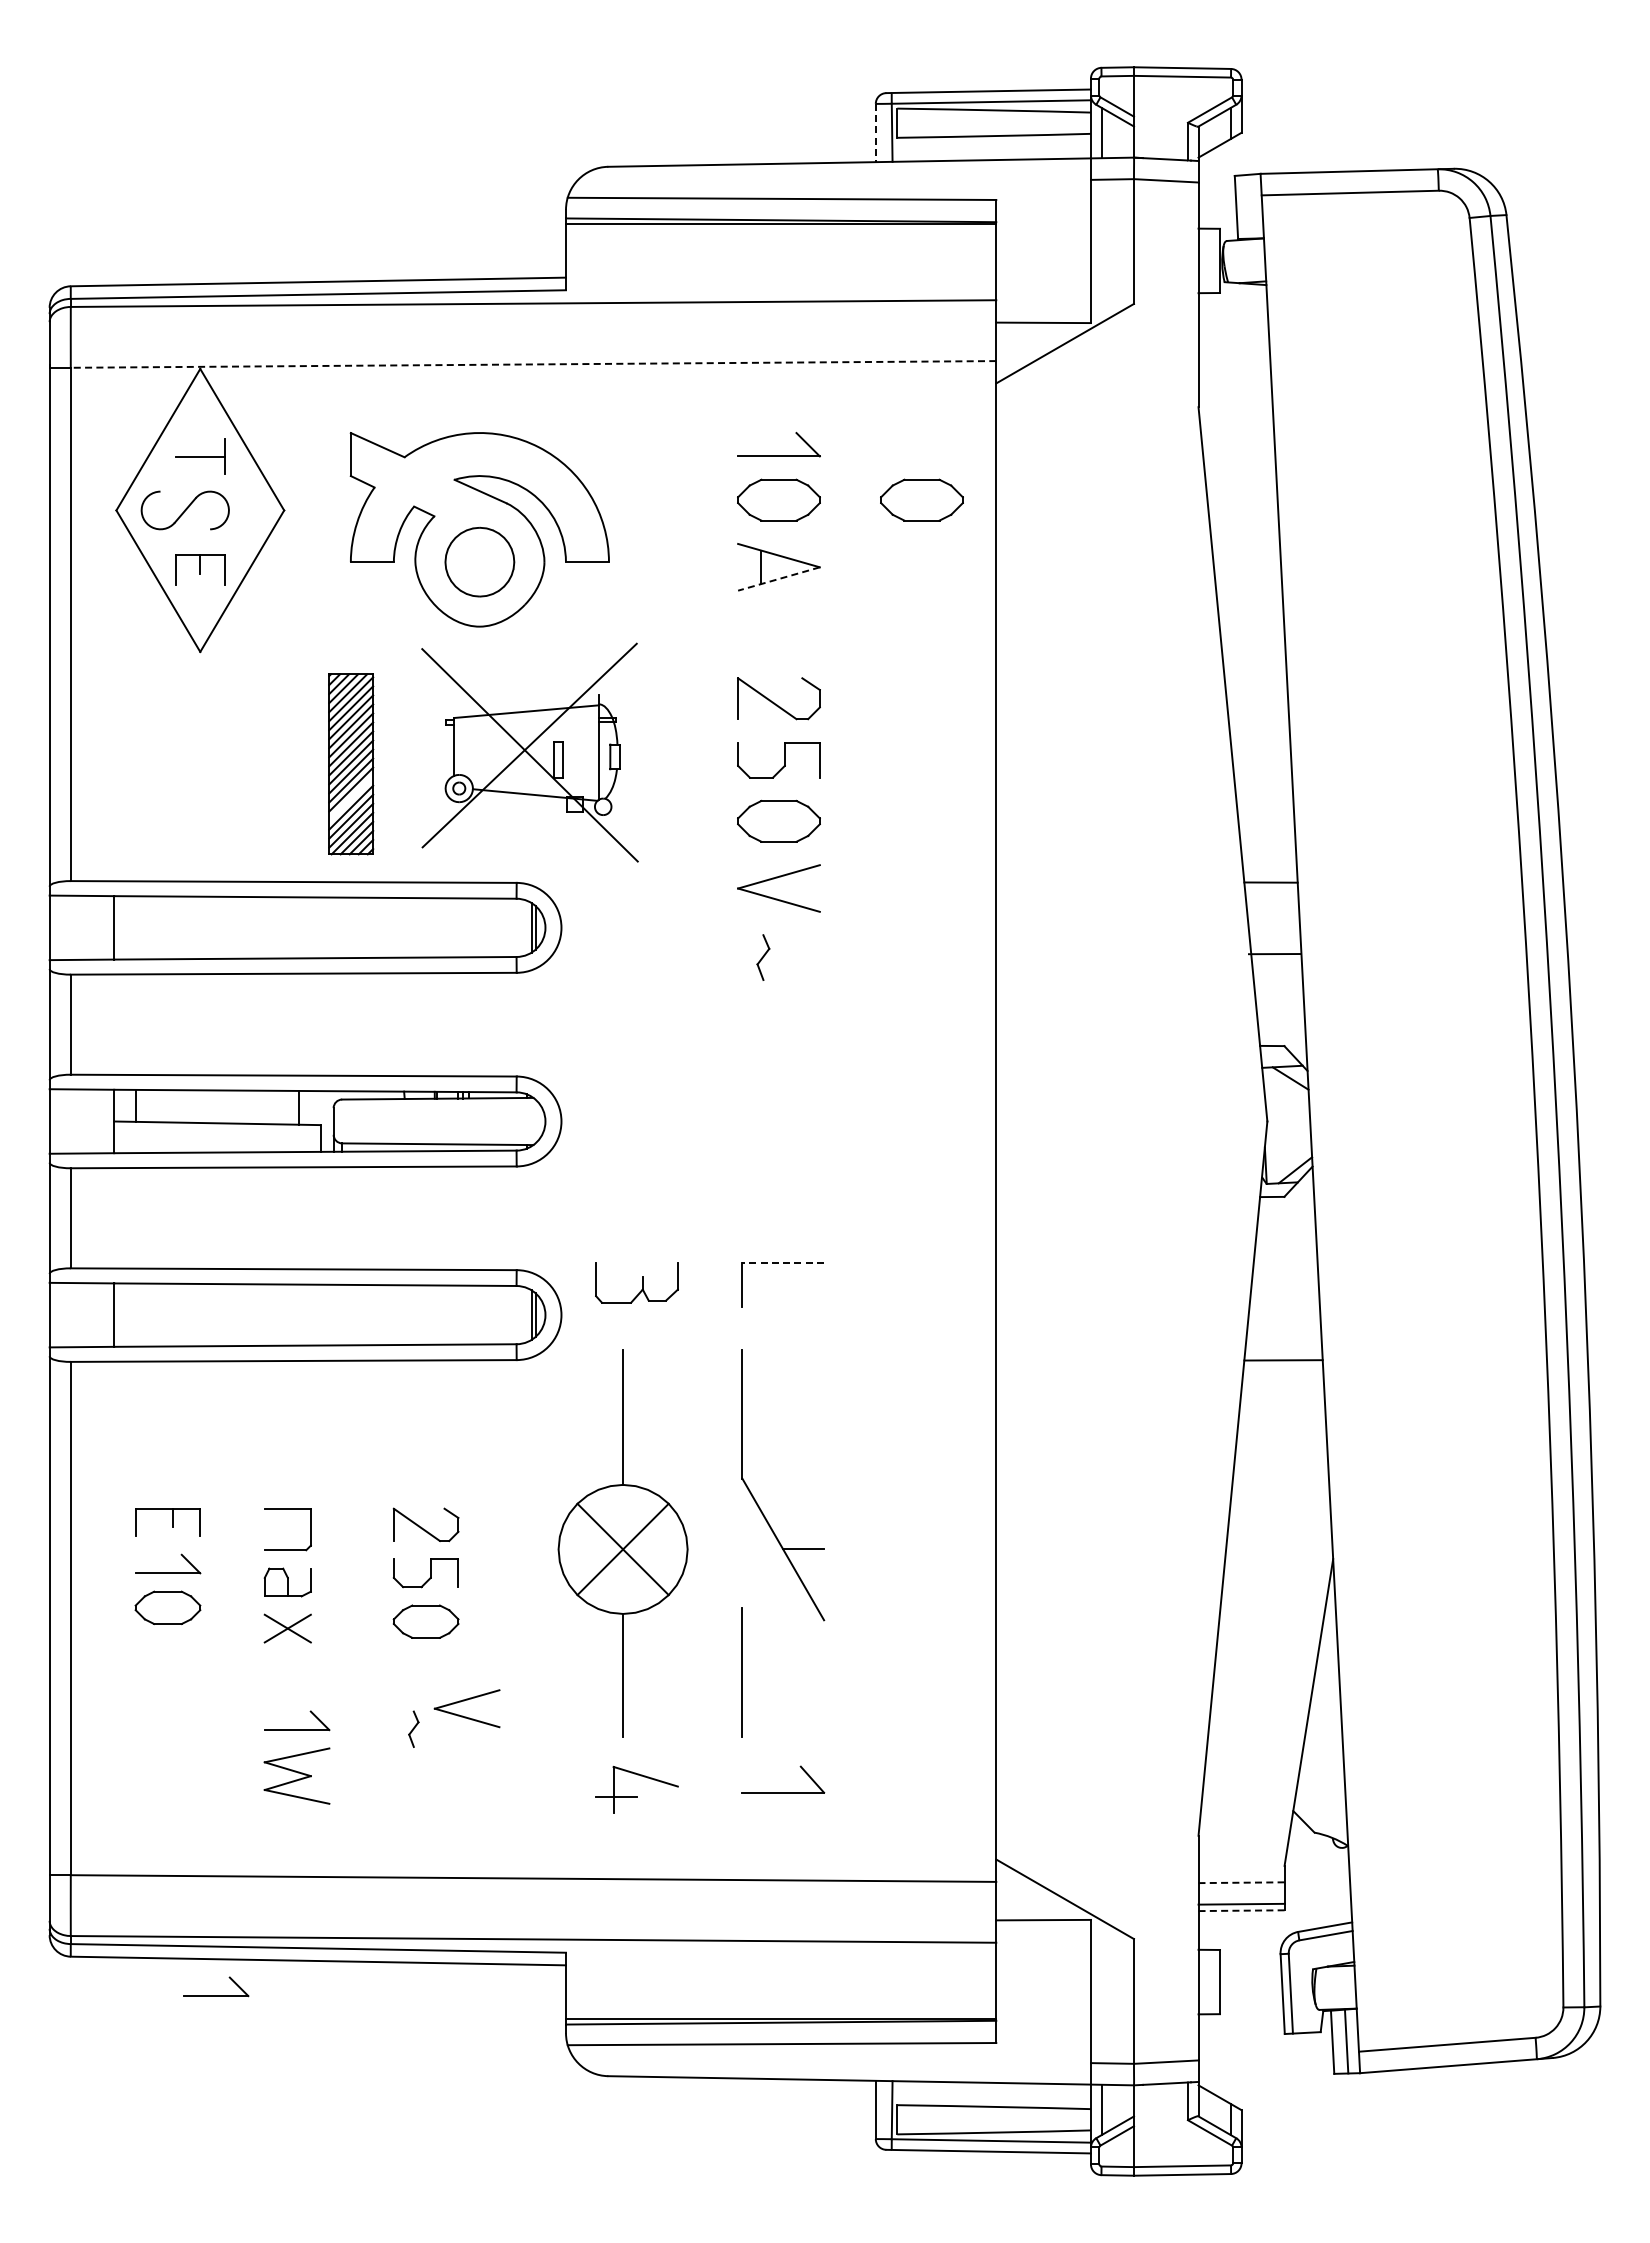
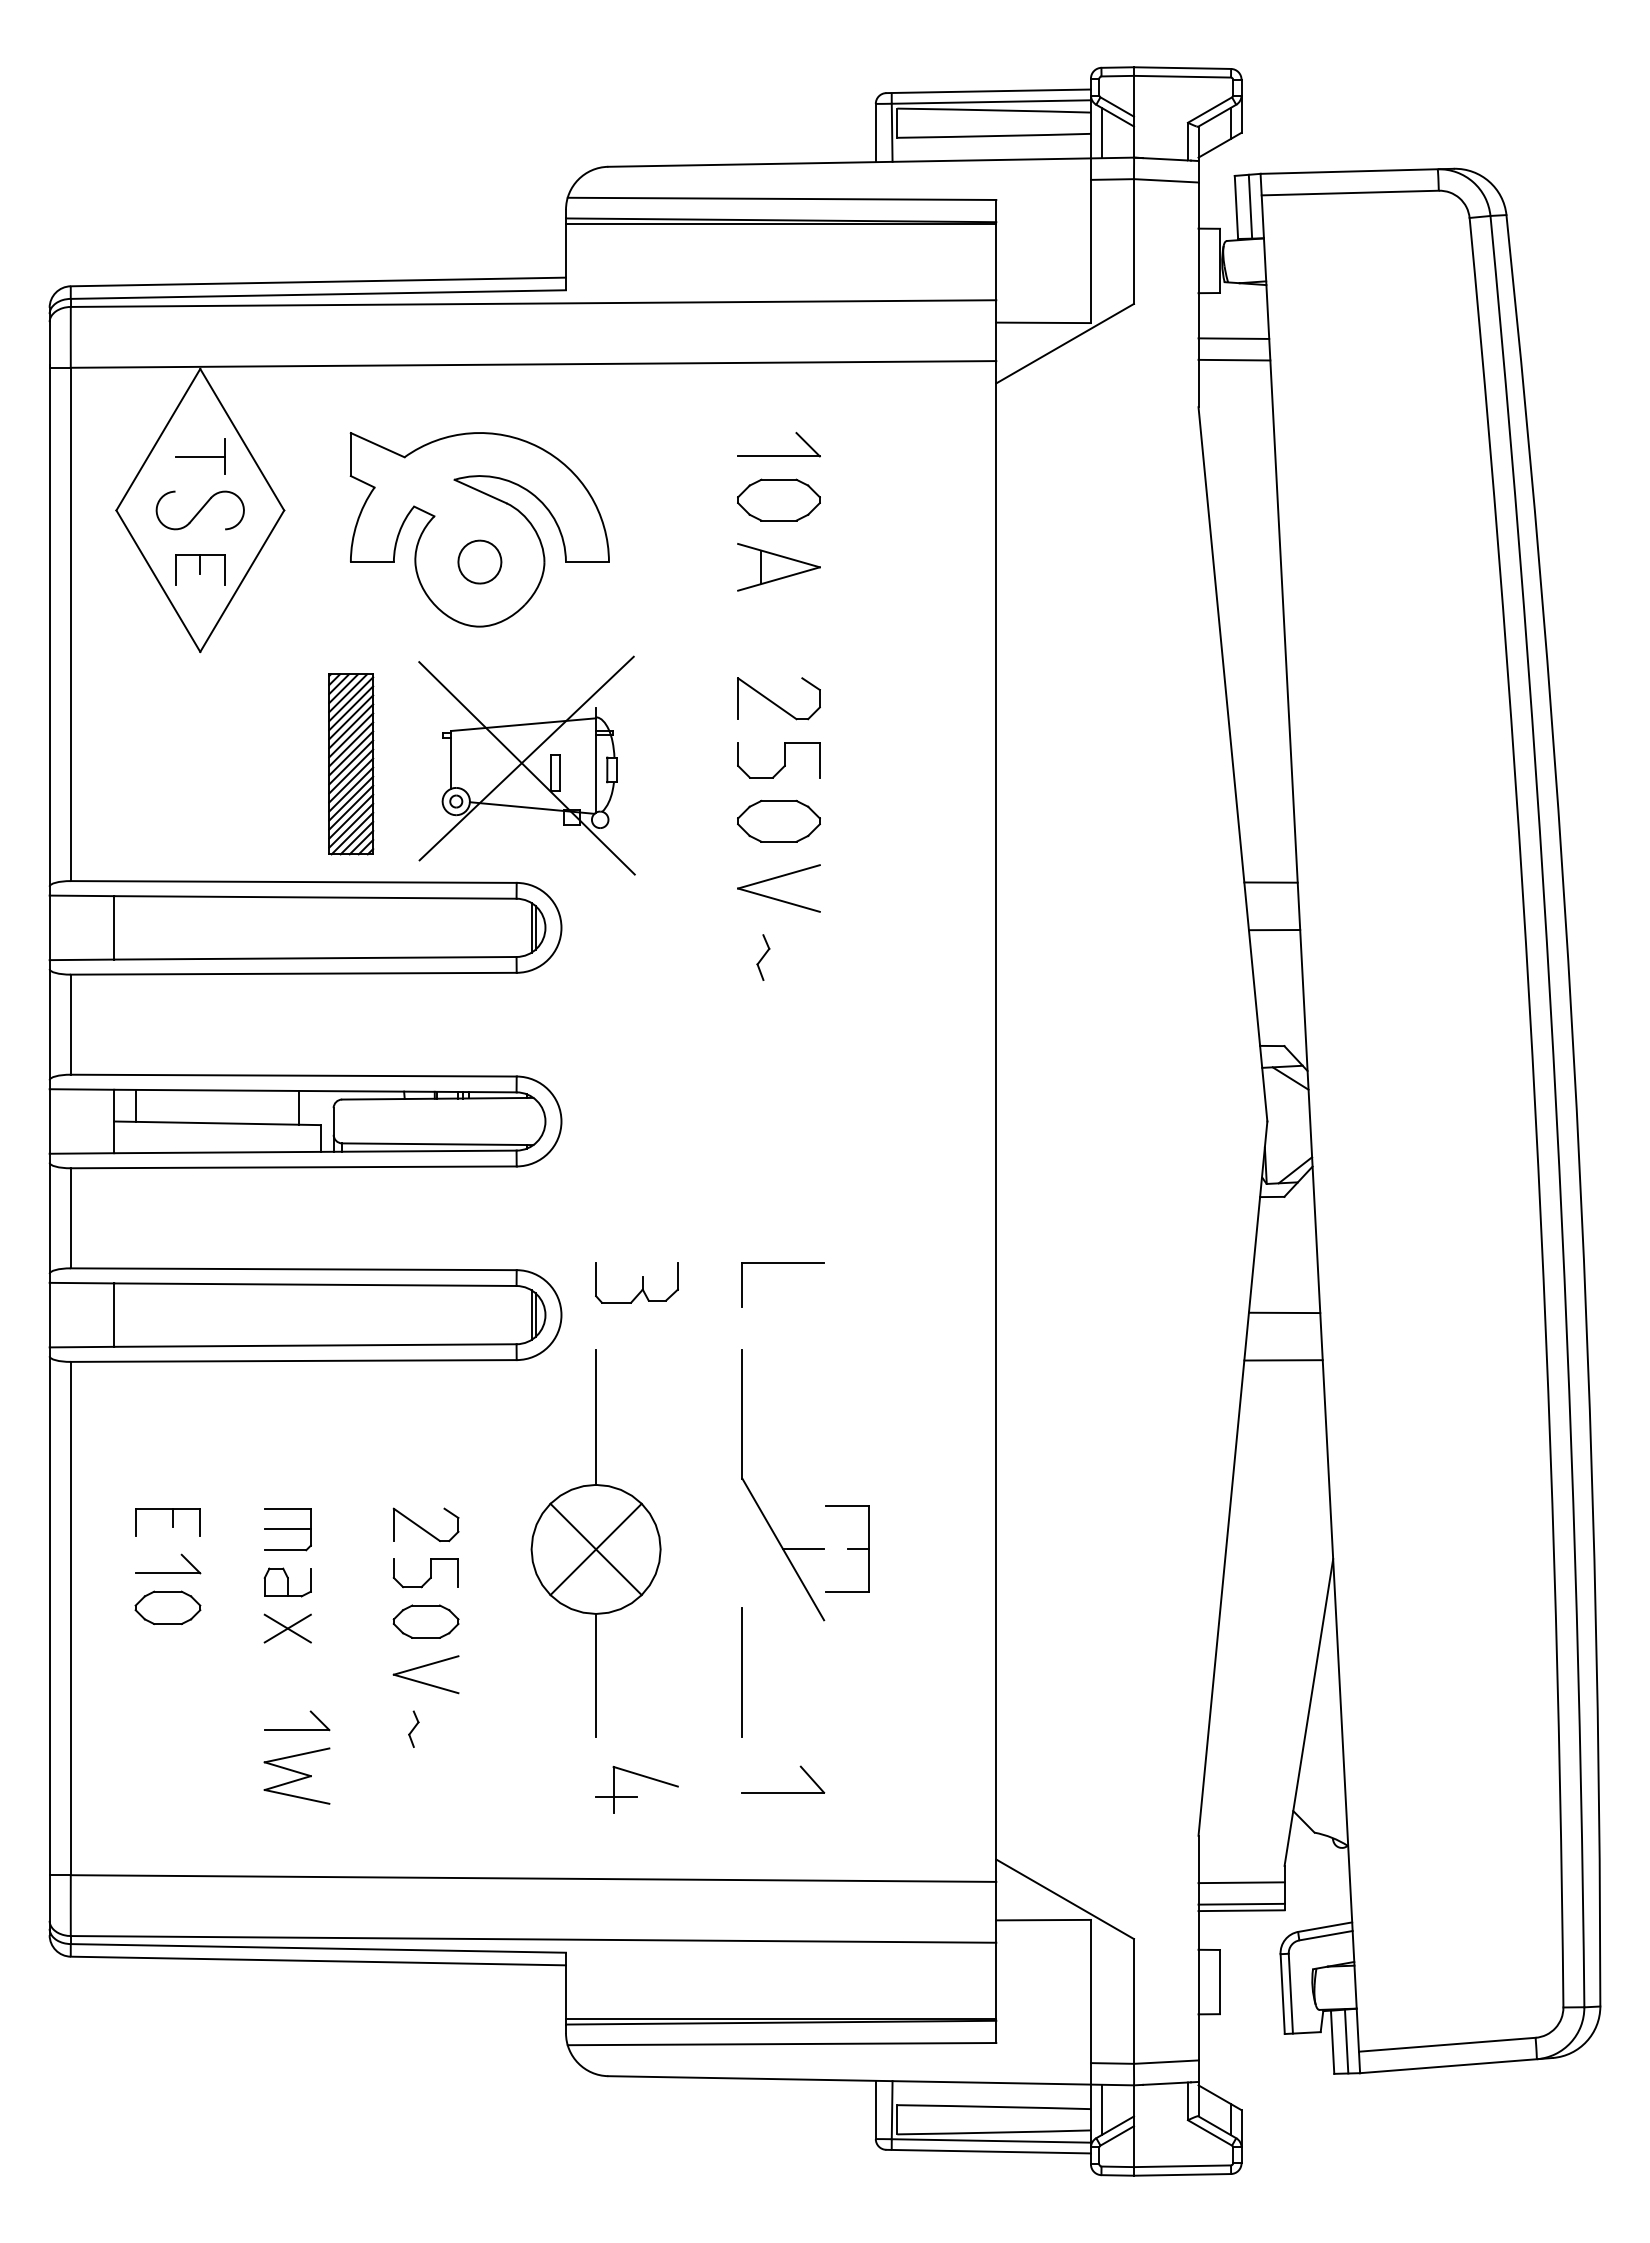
line at (875, 133): dashed -> solid
line at (1250, 206): none -> present
line at (1233, 338): none -> present
line at (1234, 359): none -> present
line at (533, 364): dashed -> solid
part at (921, 499): present -> none
part at (184, 510) position: (184, 510) -> (199, 510)
part at (479, 561) size: 72x72 px -> 46x46 px
line at (778, 579): dashed -> solid
part at (529, 752) position: (529, 752) -> (526, 765)
line at (351, 798): none -> present
line at (1274, 954) position: (1274, 954) -> (1274, 930)
line at (783, 1263): dashed -> solid
line at (1284, 1312): none -> present
line at (287, 1528): none -> present
part at (622, 1543) position: (622, 1543) -> (595, 1543)
part at (847, 1548): none -> present
part at (464, 1701) position: (464, 1701) -> (423, 1667)
line at (1241, 1882): dashed -> solid
line at (1242, 1910): dashed -> solid
part at (216, 1995): present -> none
